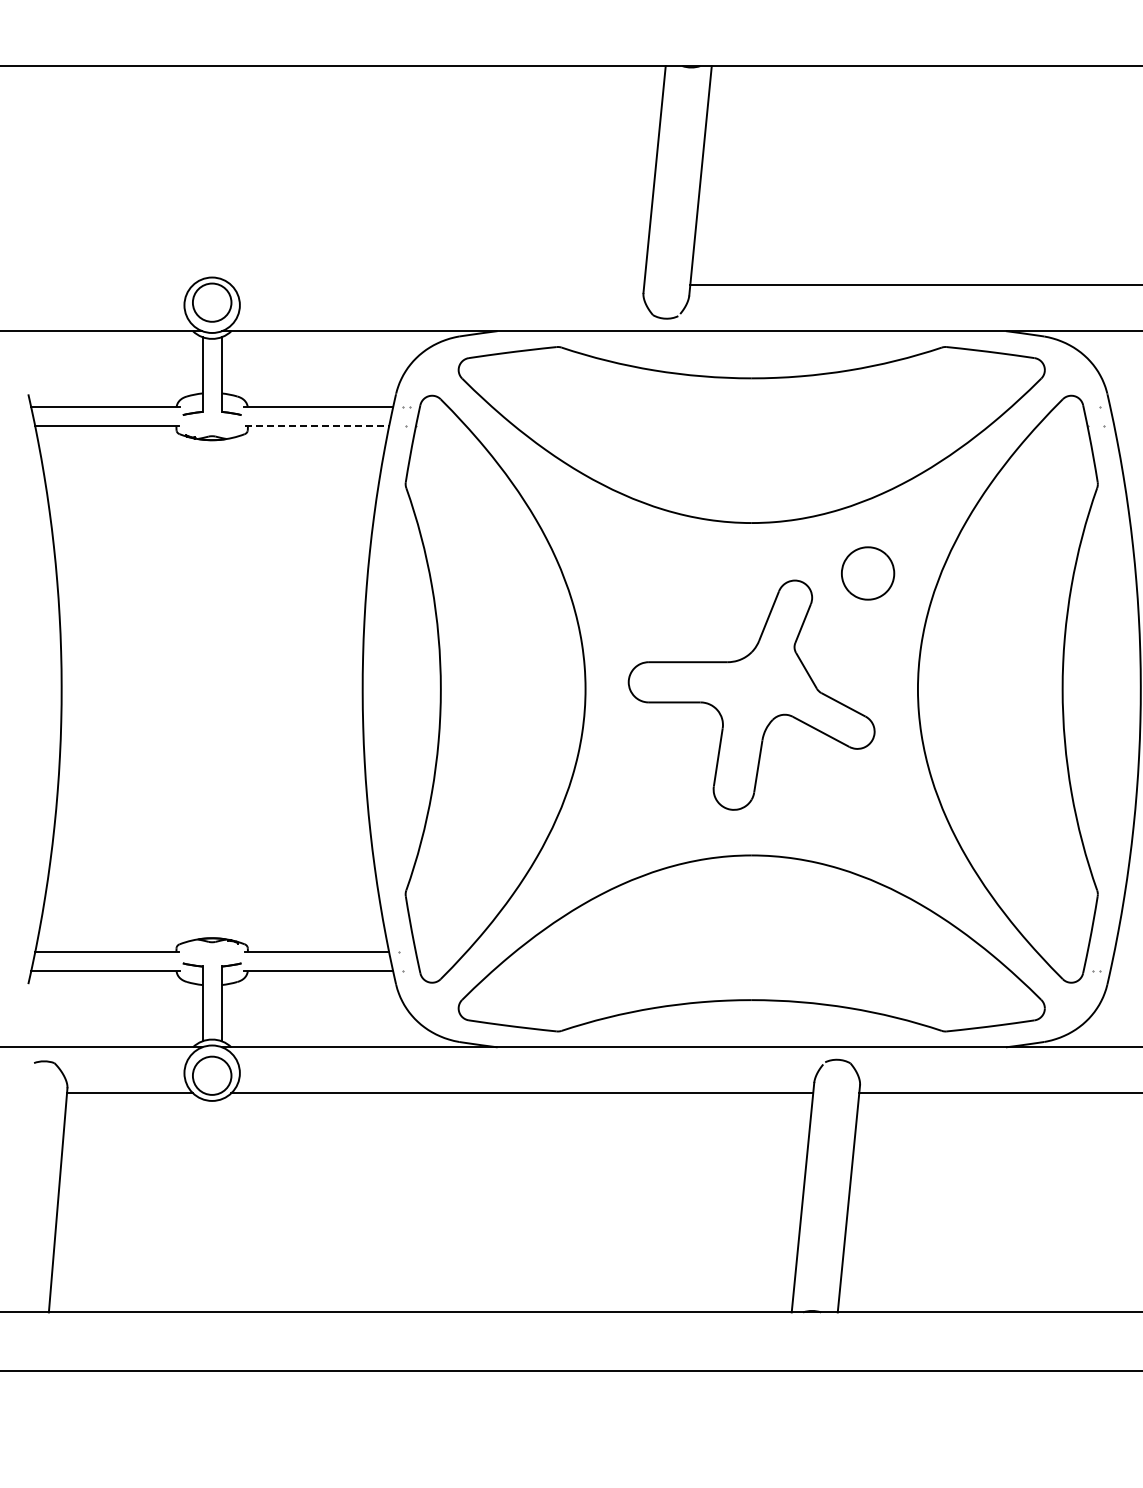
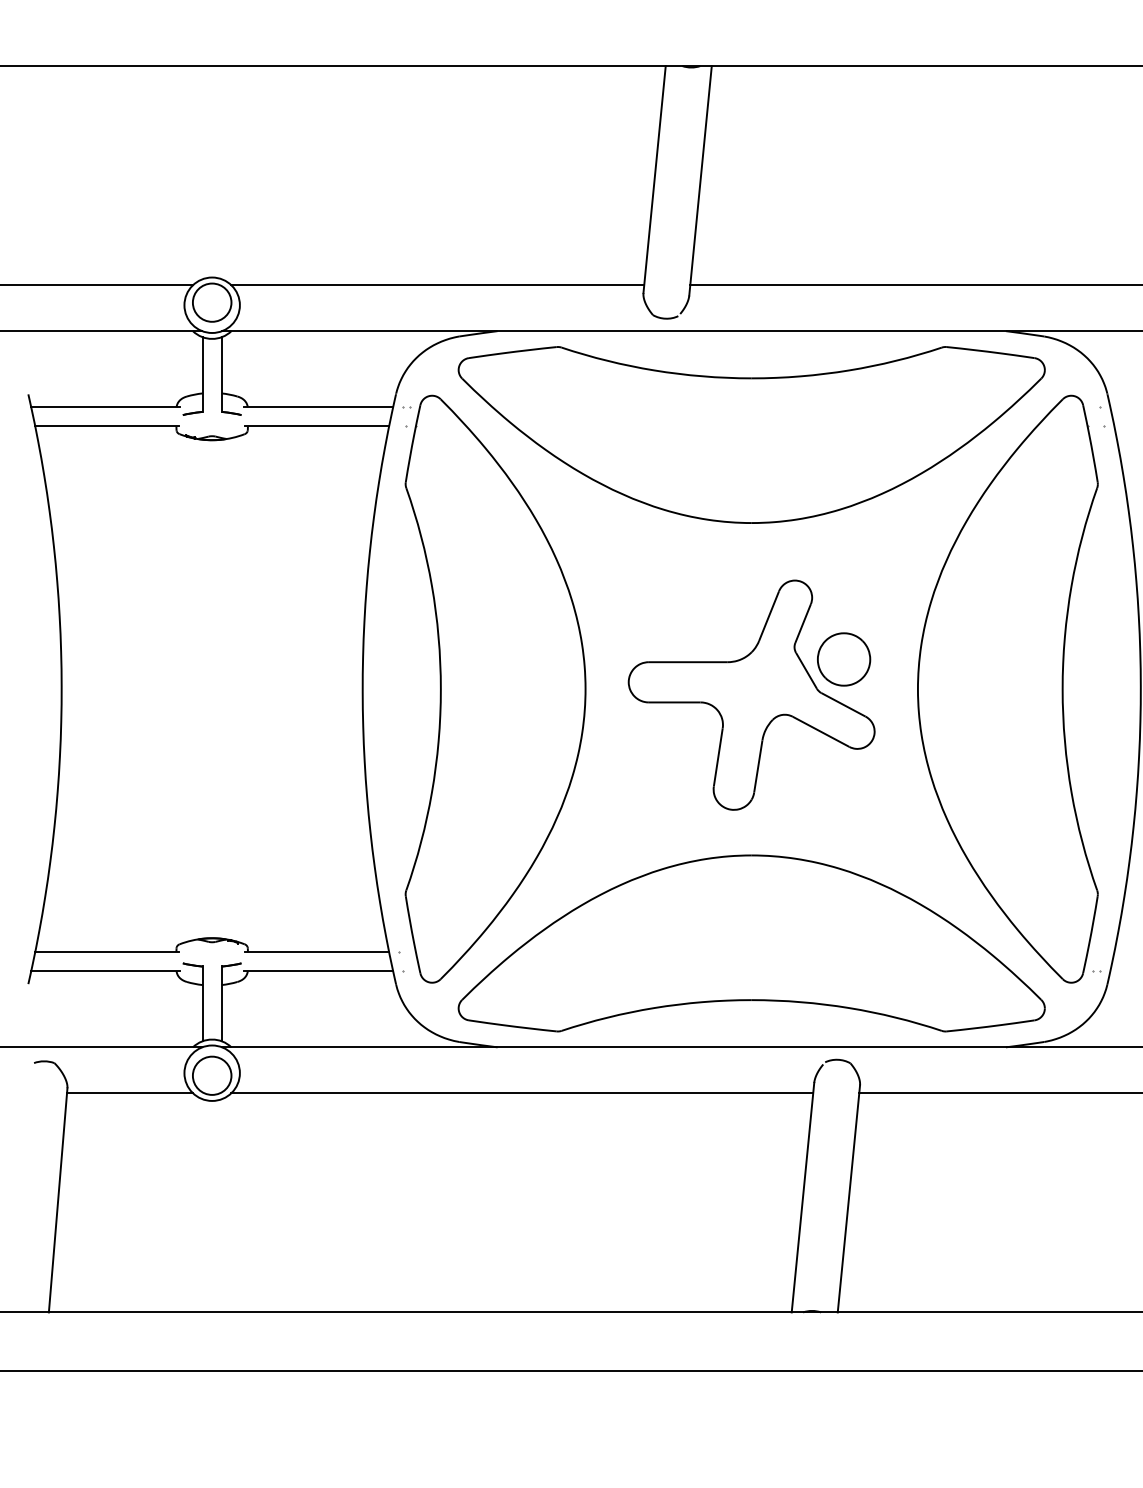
line at (97, 285): none -> present
line at (437, 285): none -> present
line at (317, 426): dashed -> solid
part at (868, 573) position: (868, 573) -> (844, 659)
